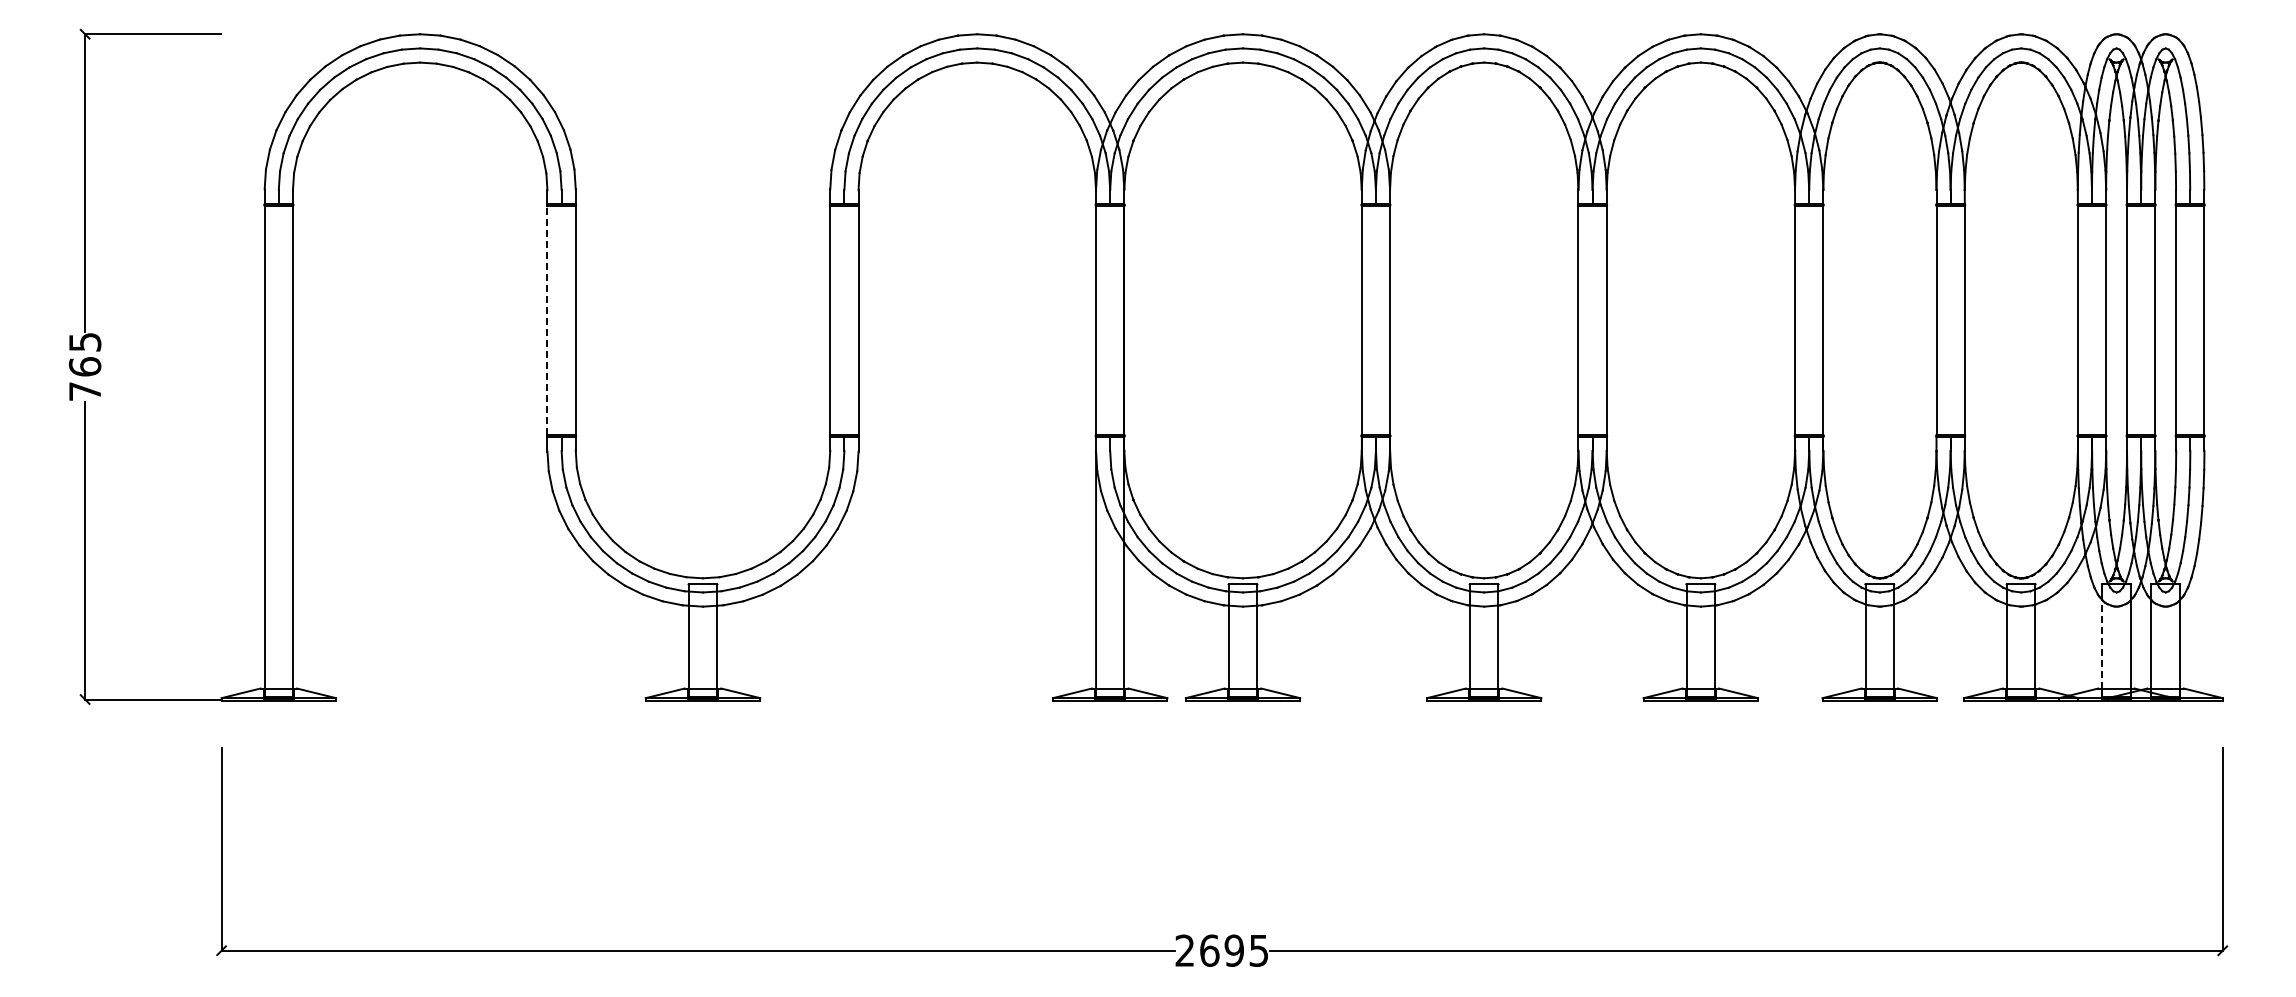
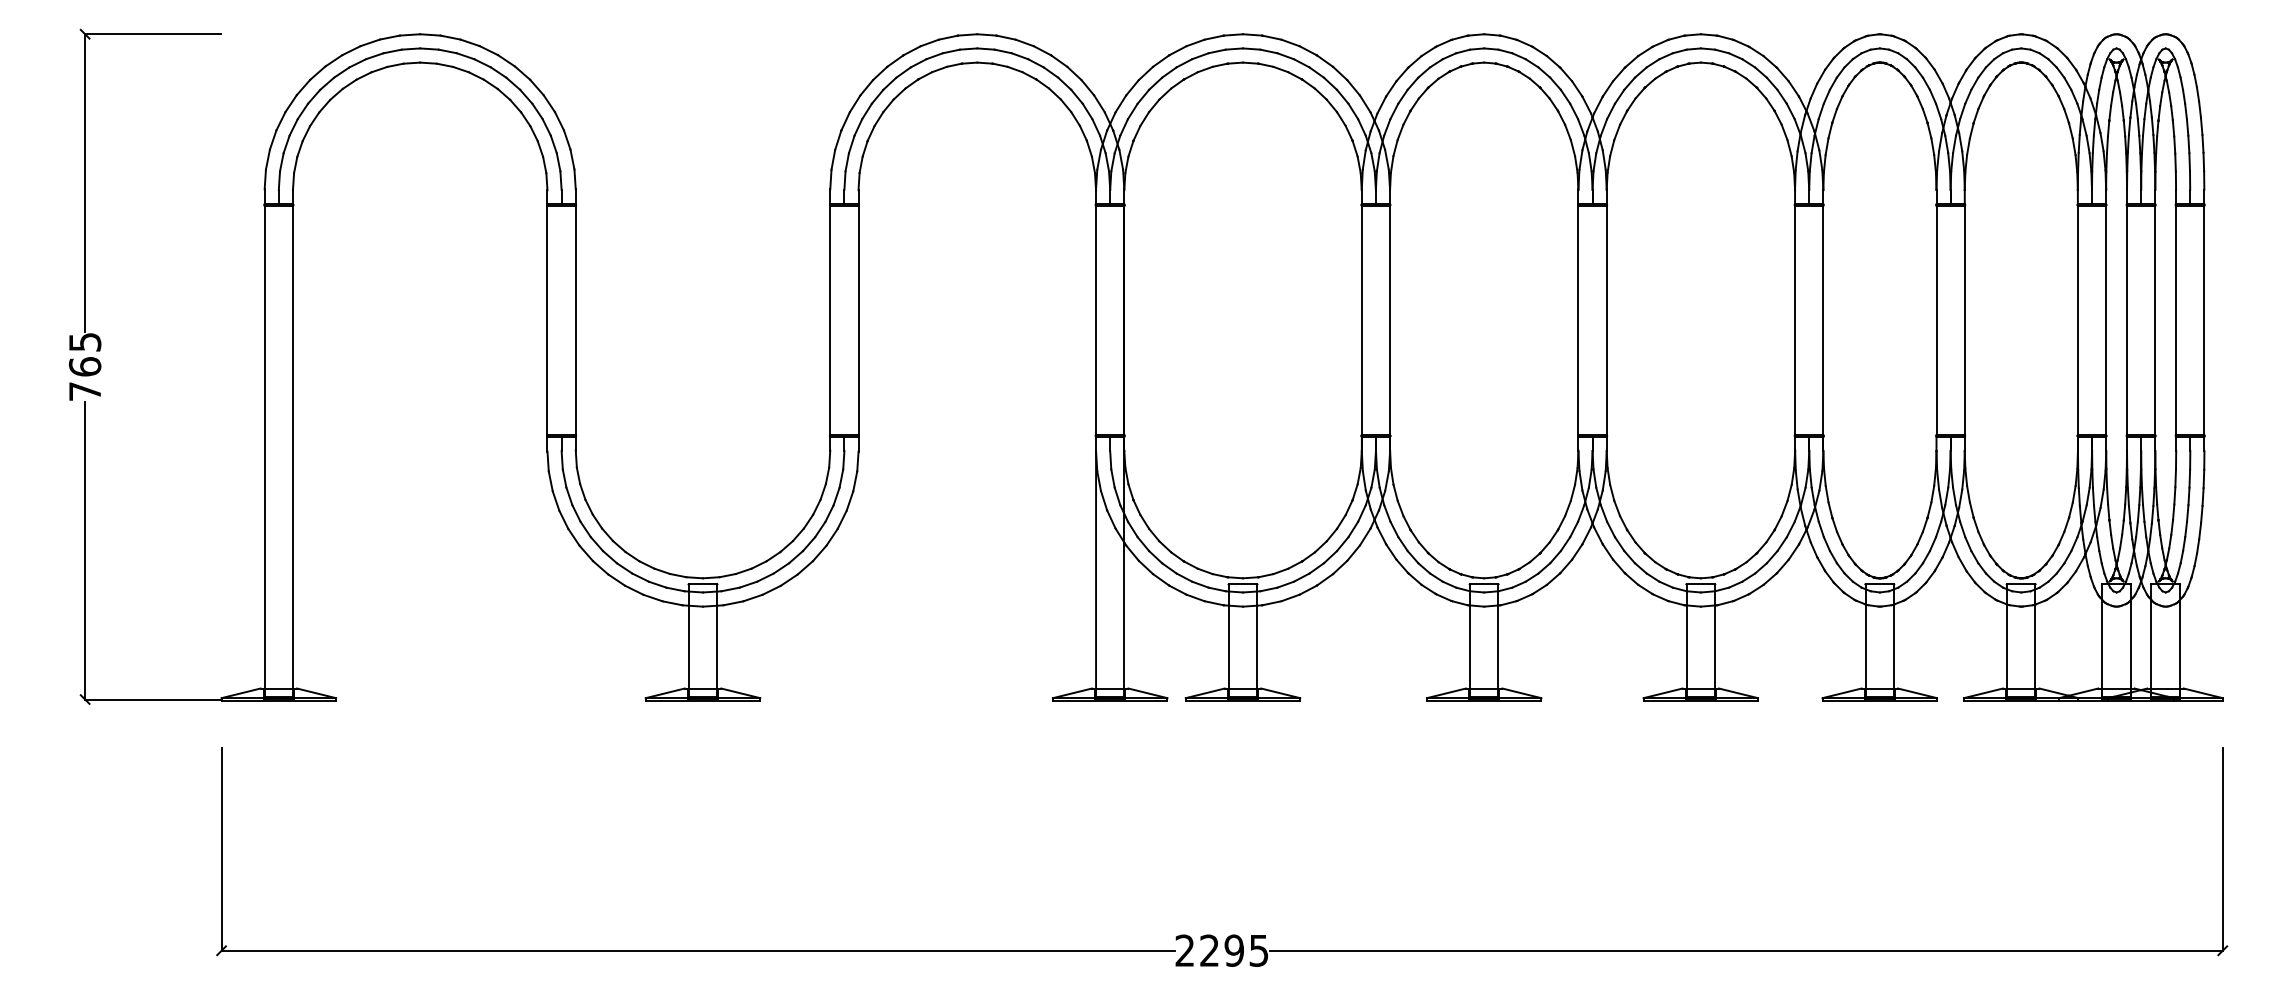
line at (547, 319): dashed -> solid
line at (2102, 643): dashed -> solid
text at (1209, 950): 2695 -> 2295
